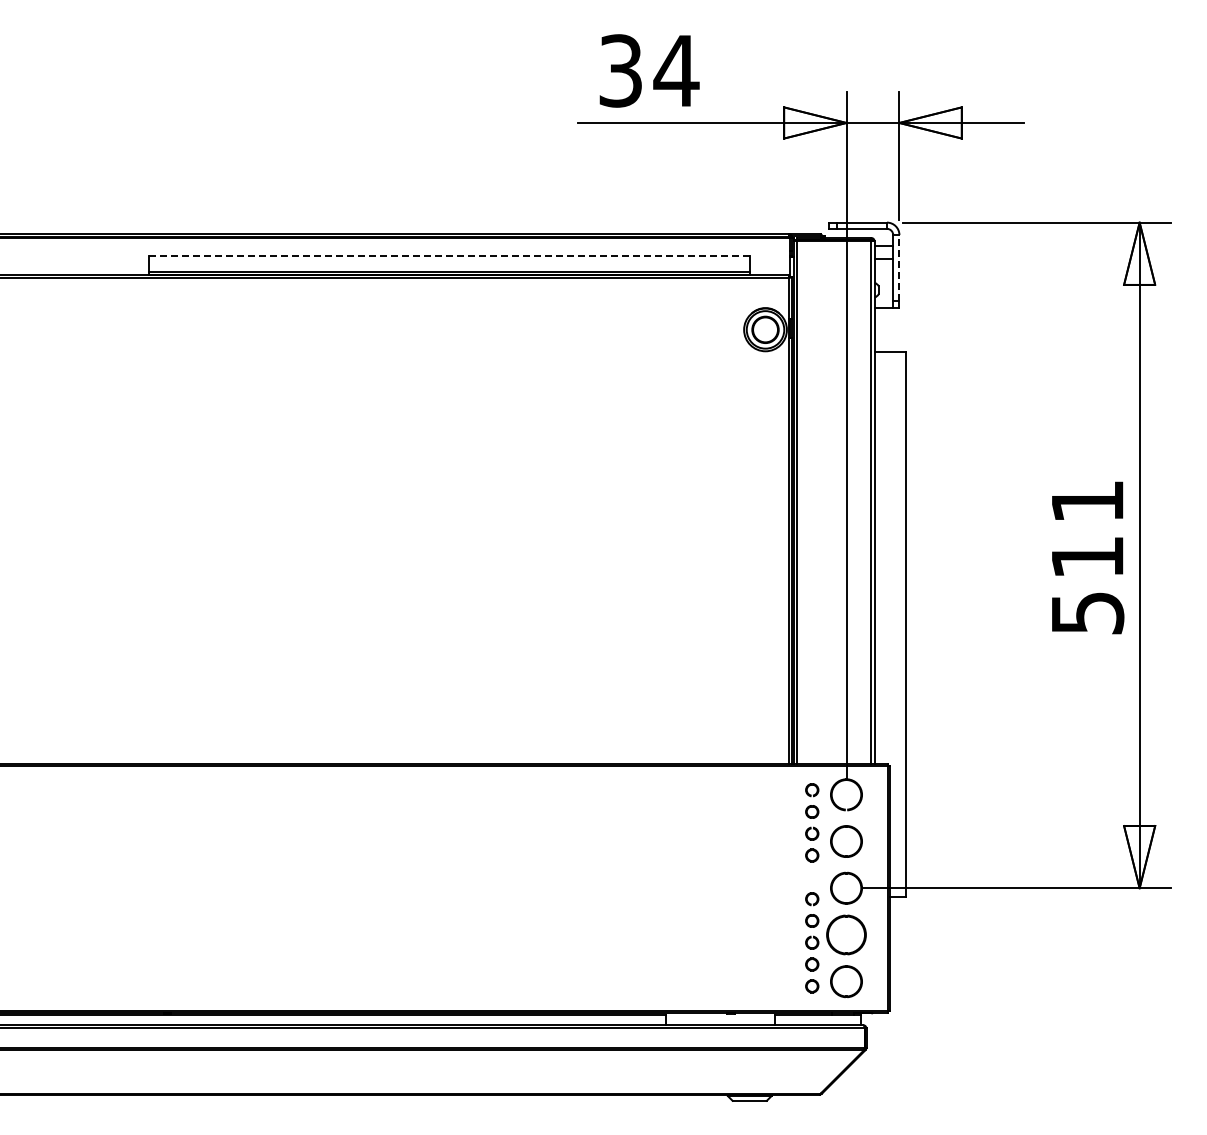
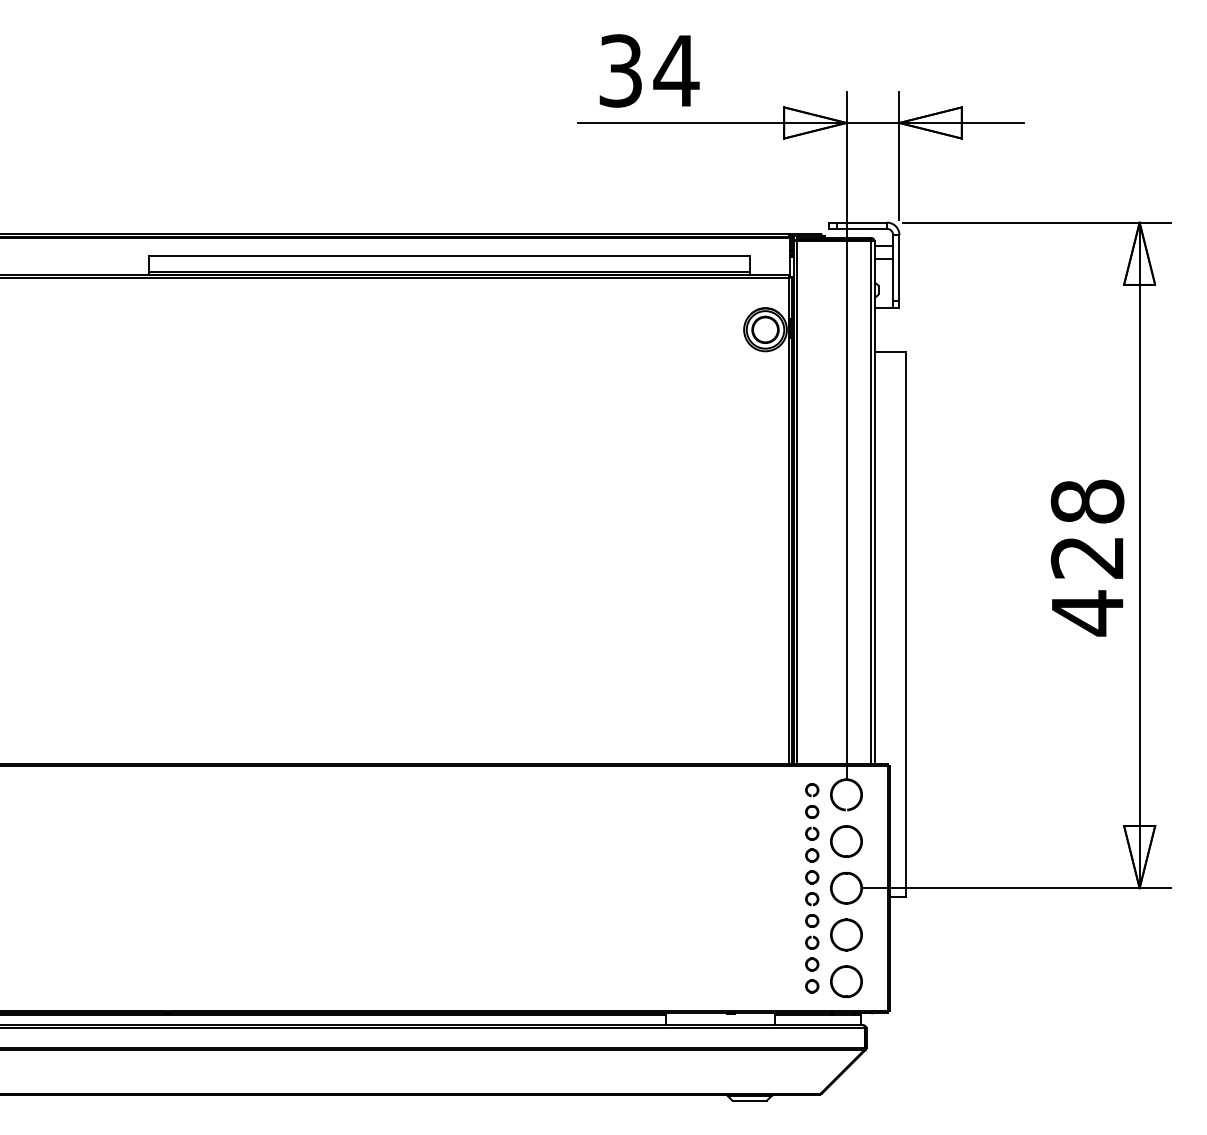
line at (449, 255): dashed -> solid
line at (899, 267): dashed -> solid
text at (1087, 557): 511 -> 428
part at (812, 877): none -> present
part at (846, 934) size: 41x42 px -> 33x34 px
